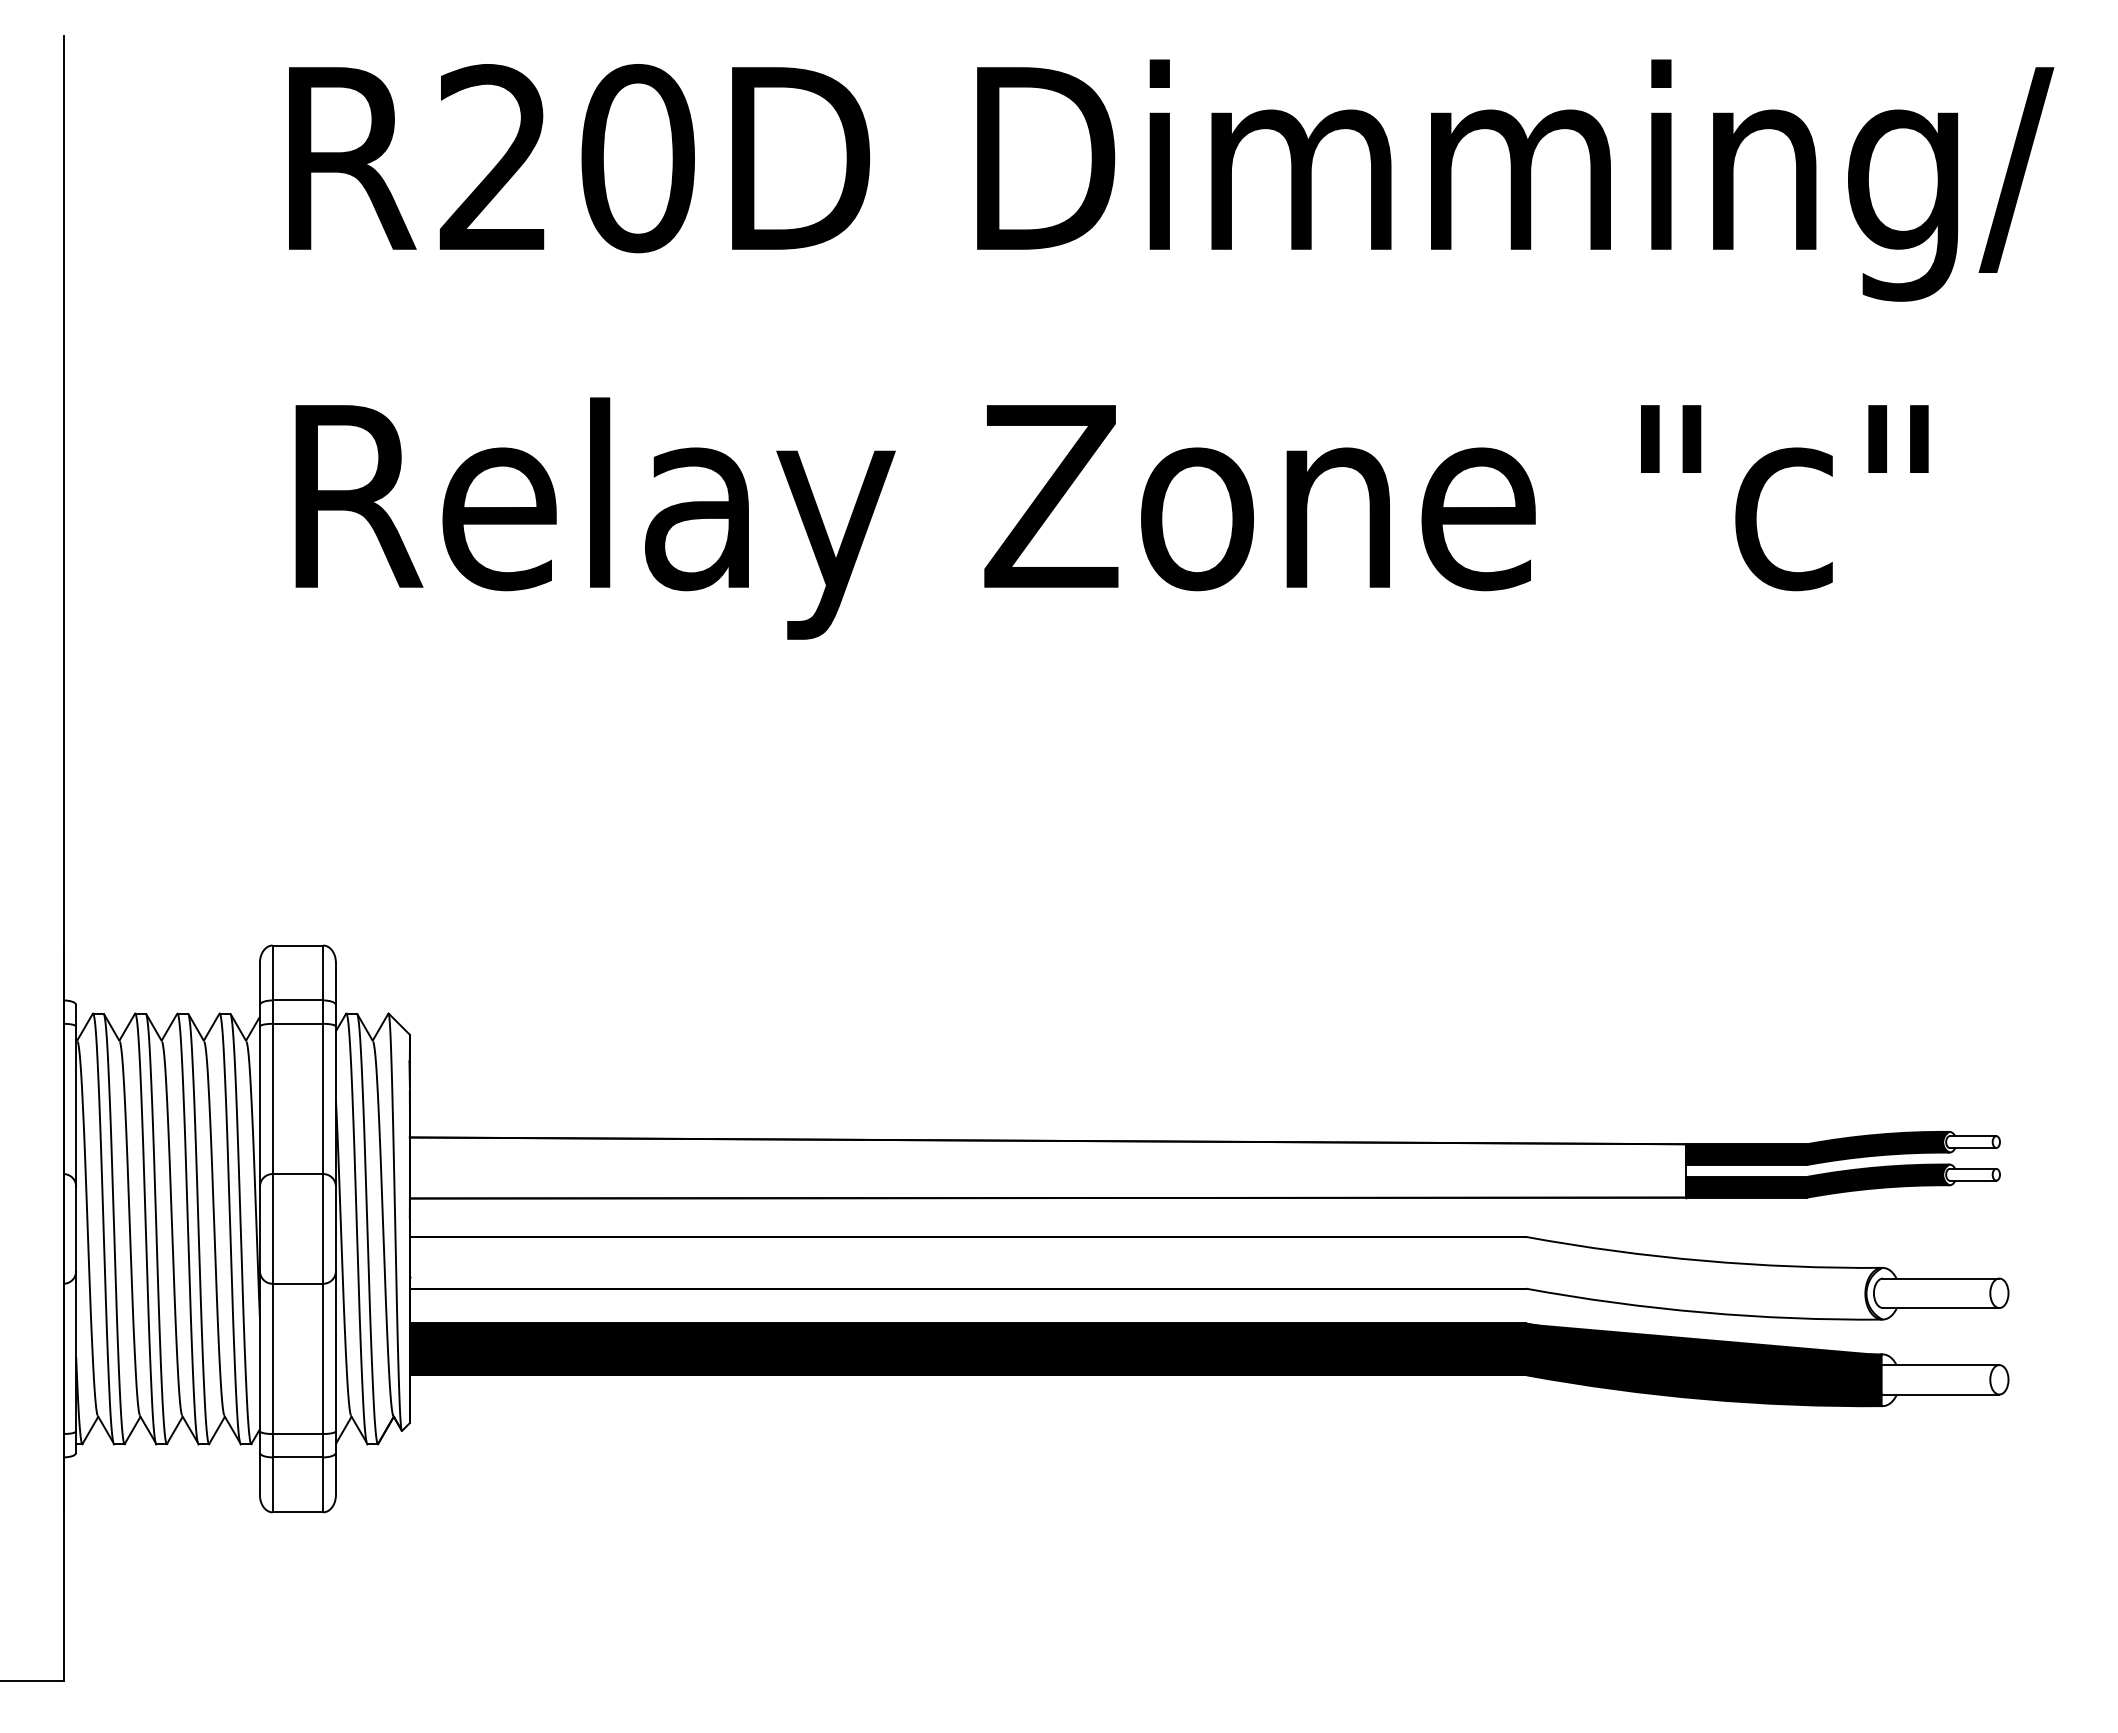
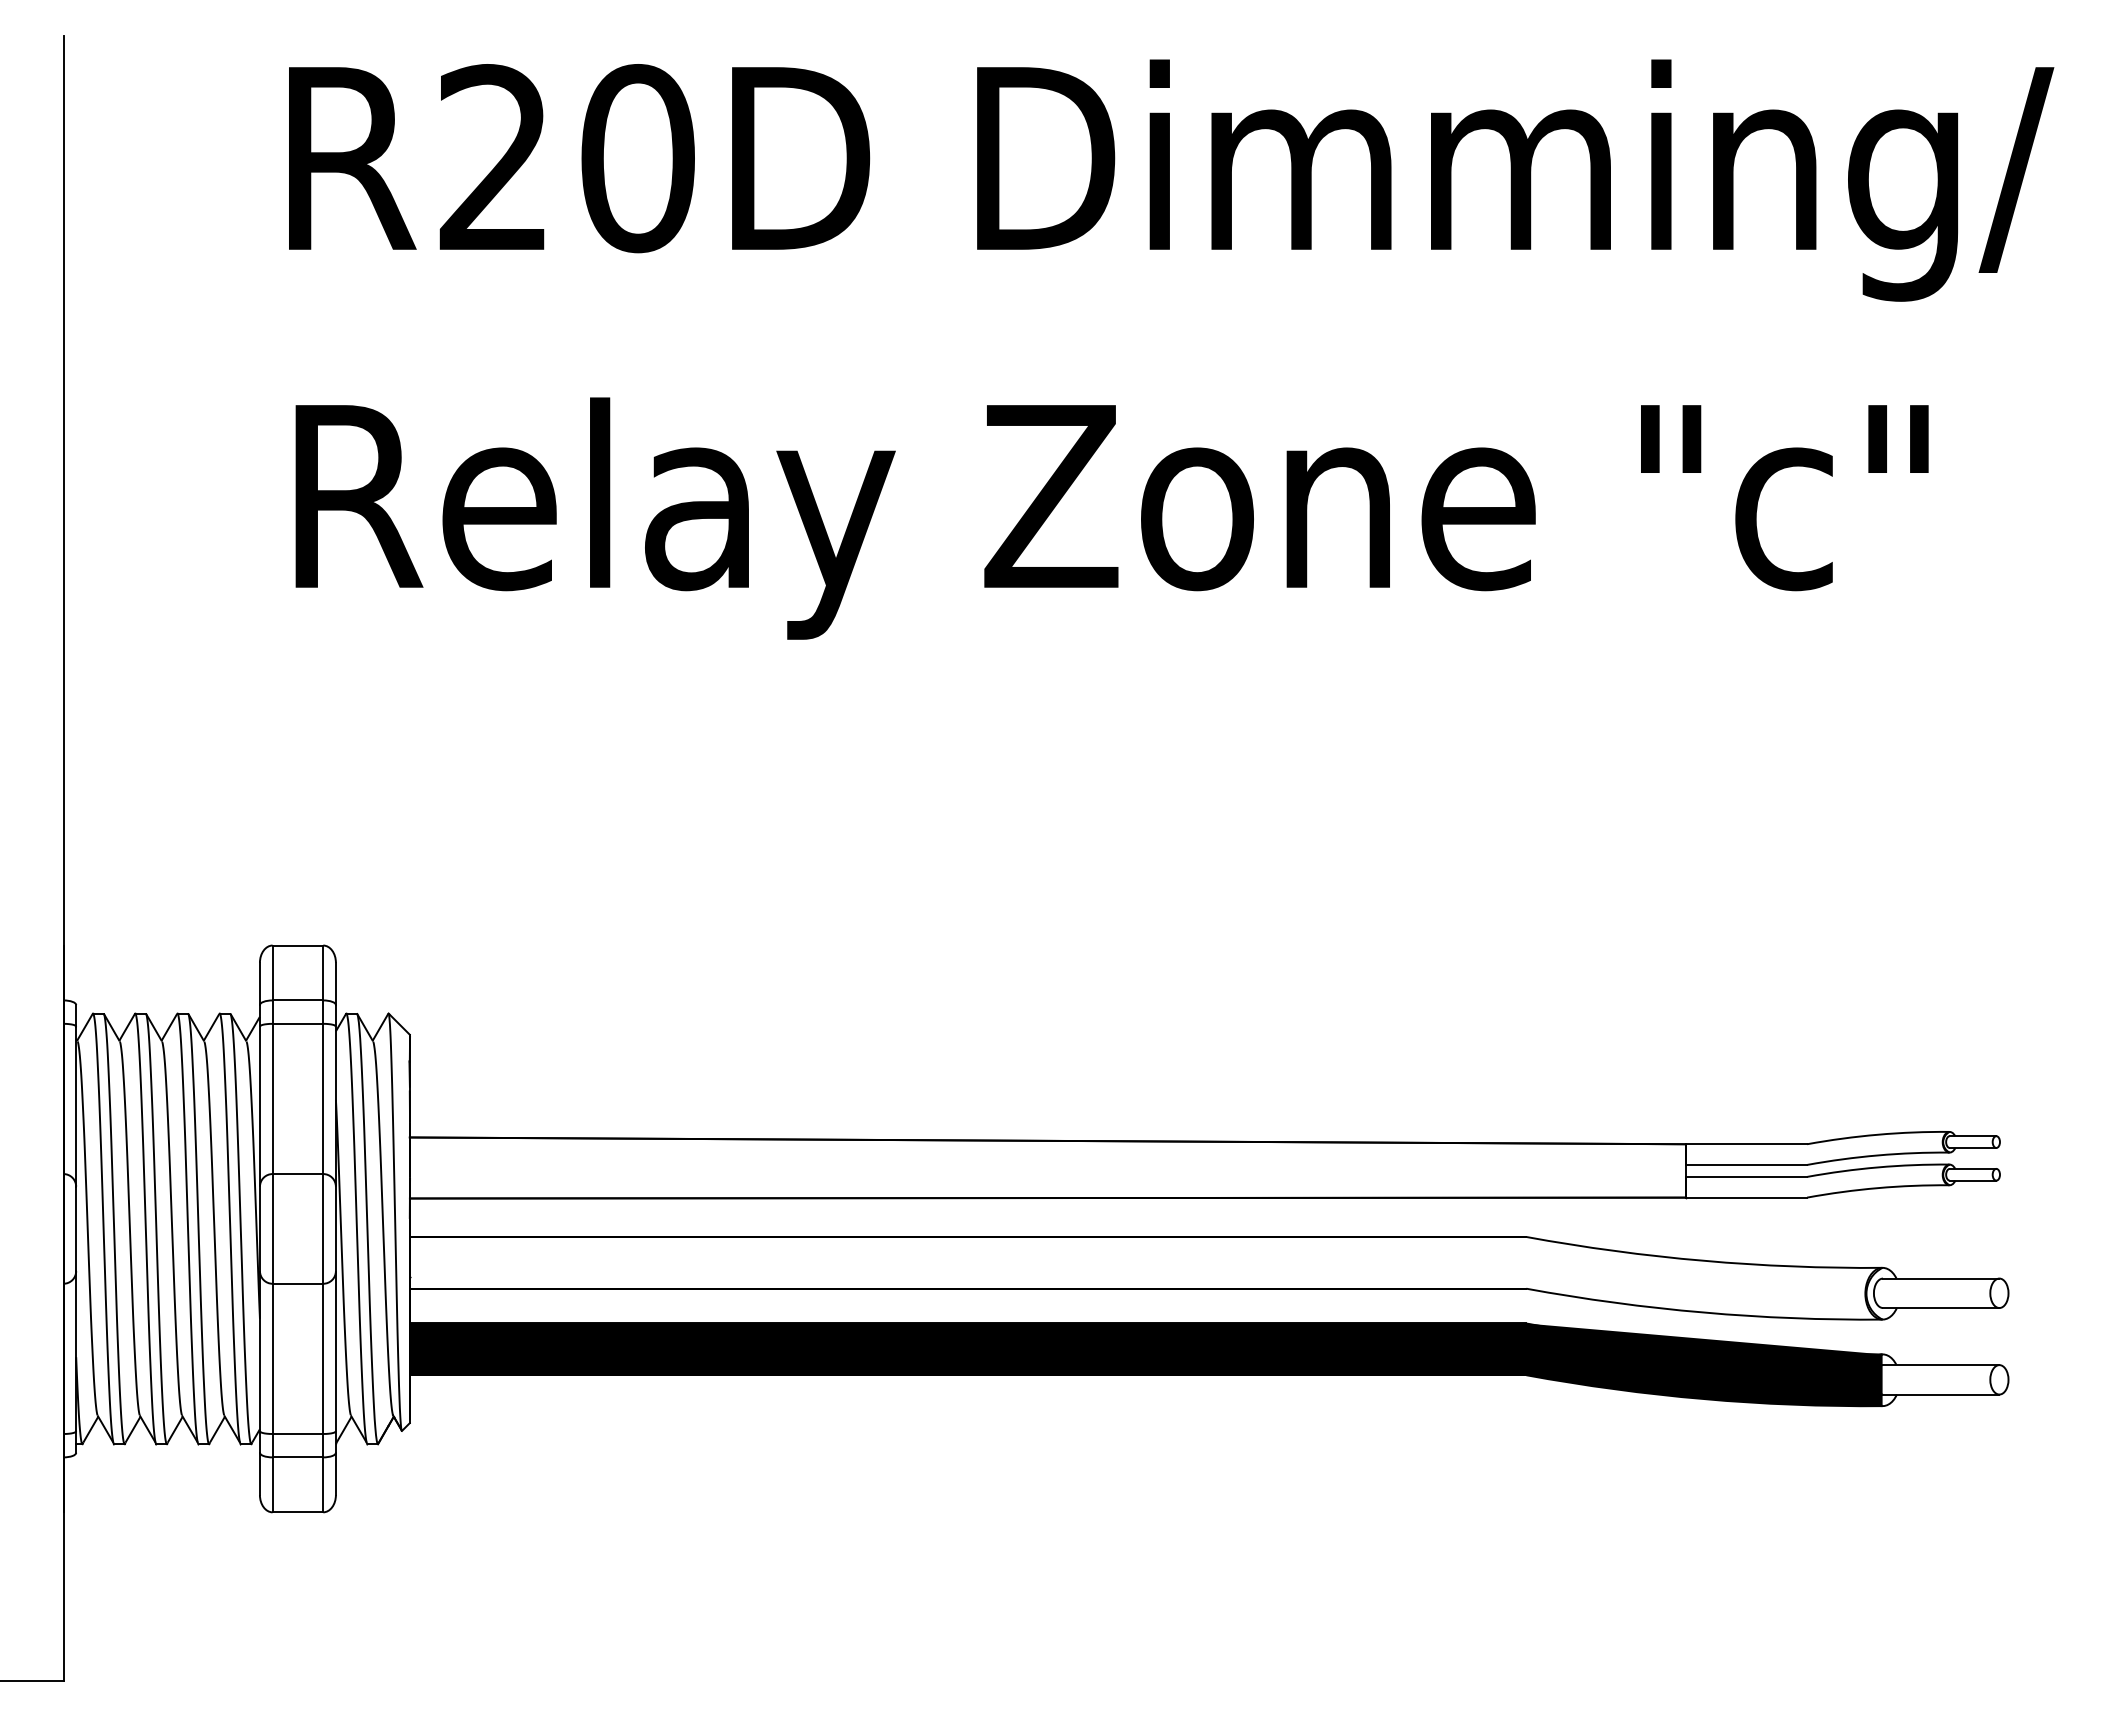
fill at (1817, 1147): present -> none
fill at (1817, 1180): present -> none
